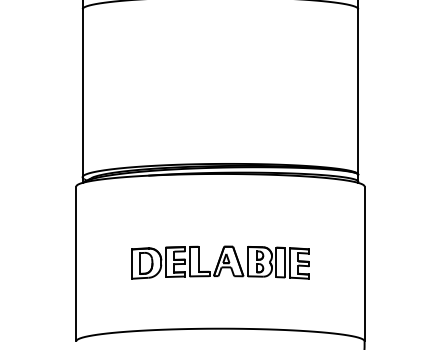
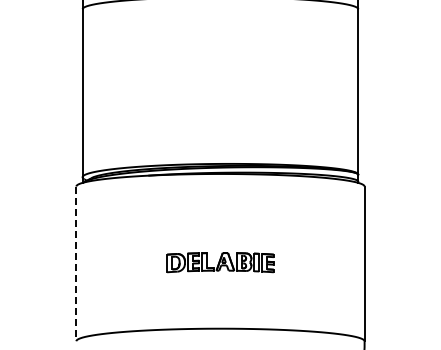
part at (220, 262) size: 179x35 px -> 109x22 px
line at (76, 264): solid -> dashed
